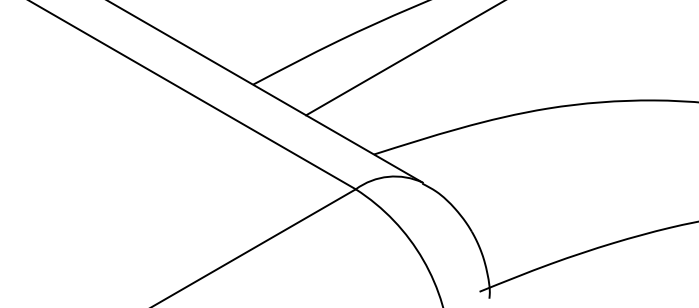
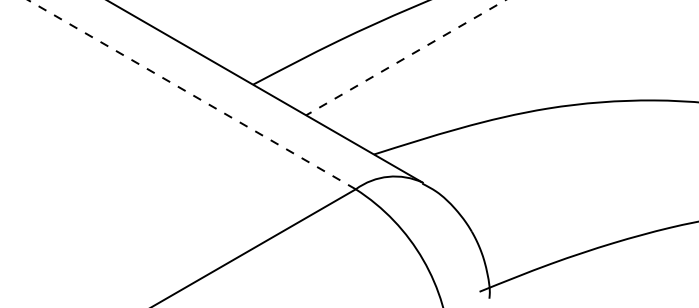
line at (405, 57): solid -> dashed
line at (192, 94): solid -> dashed
